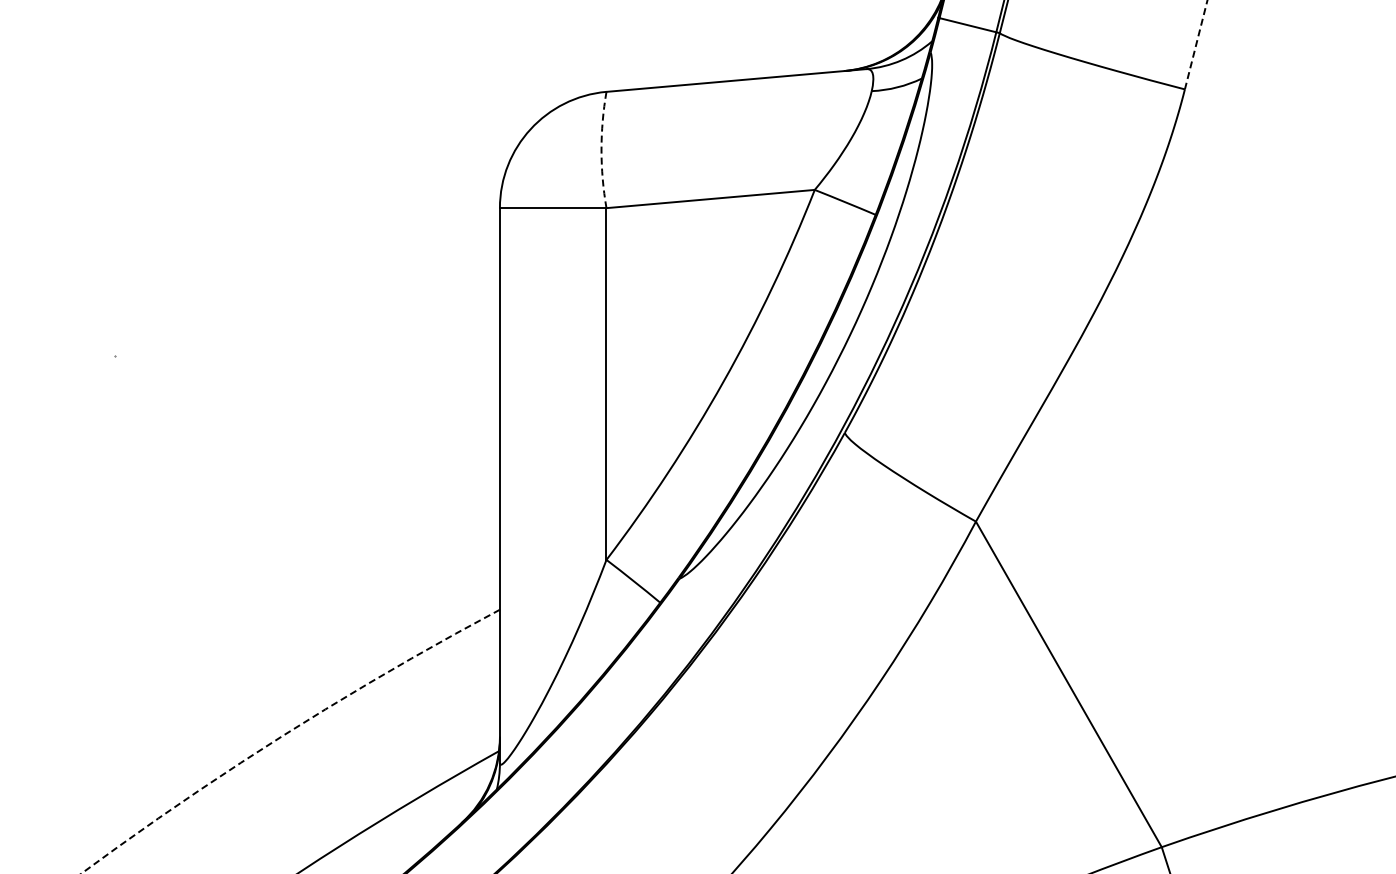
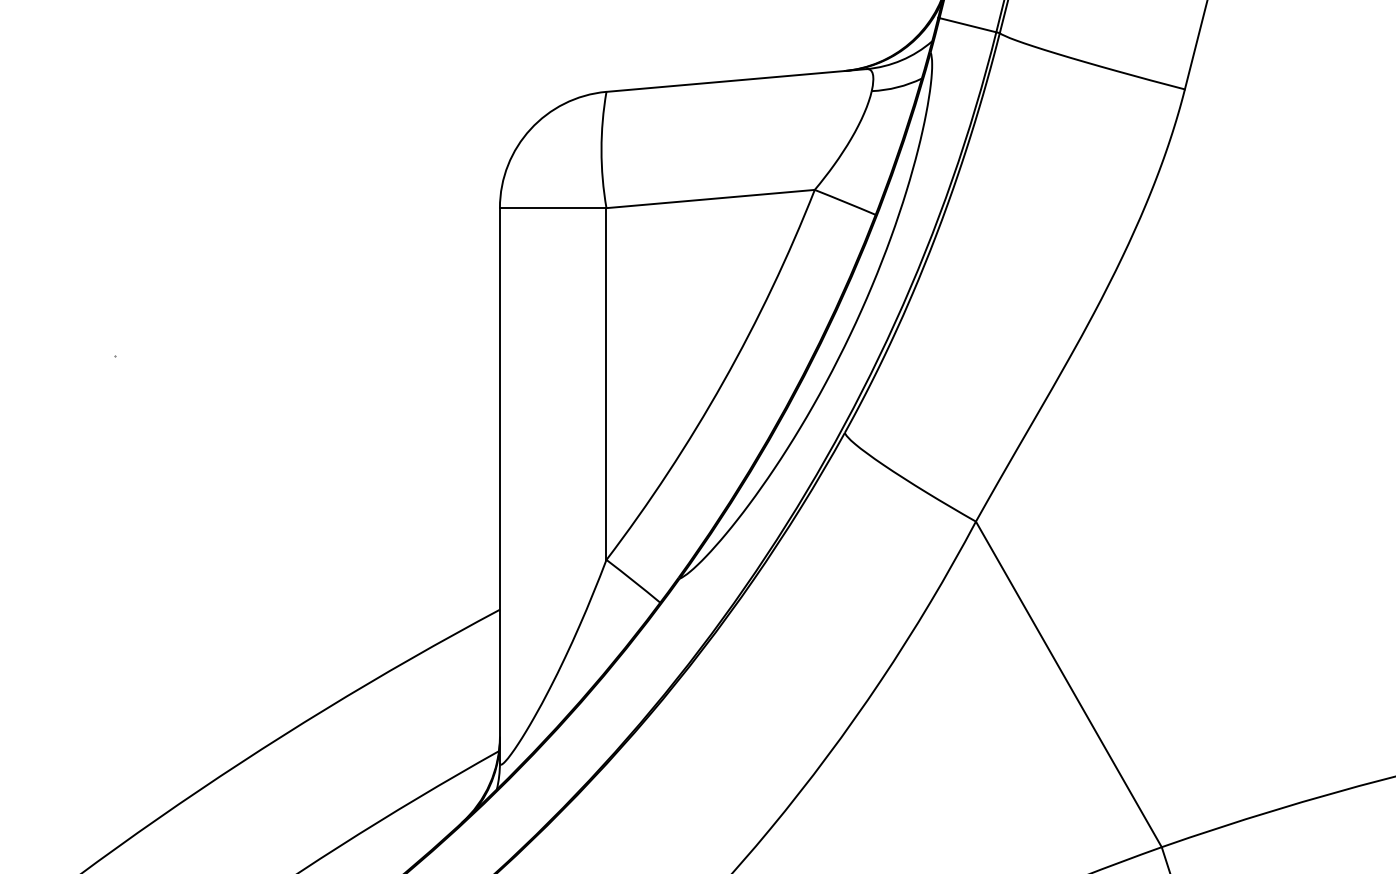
line at (1196, 44): dashed -> solid
arc at (601, 150): dashed -> solid
arc at (286, 733): dashed -> solid
